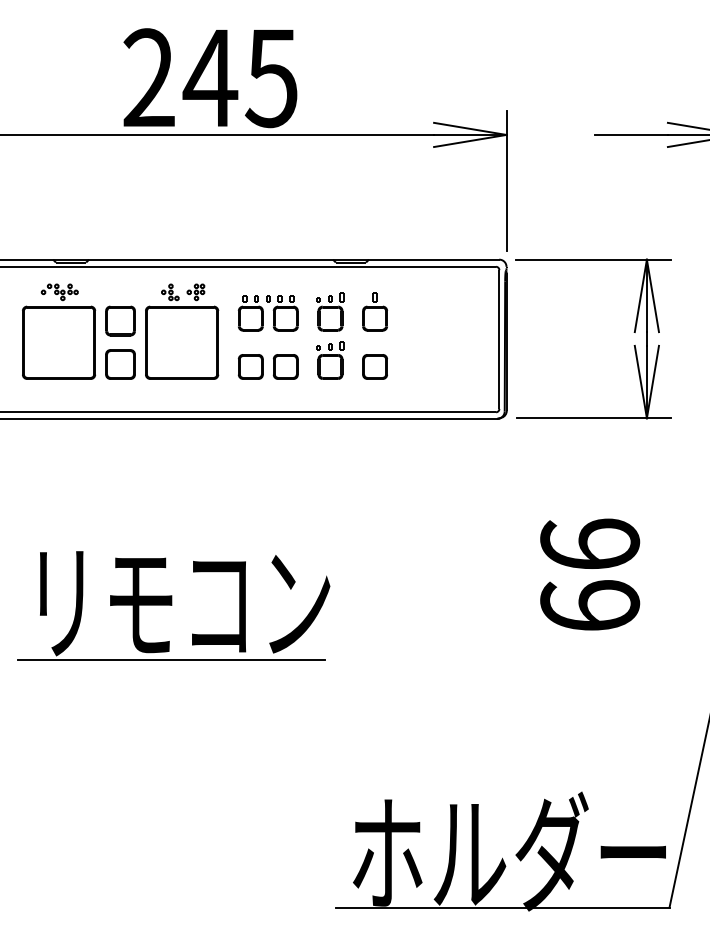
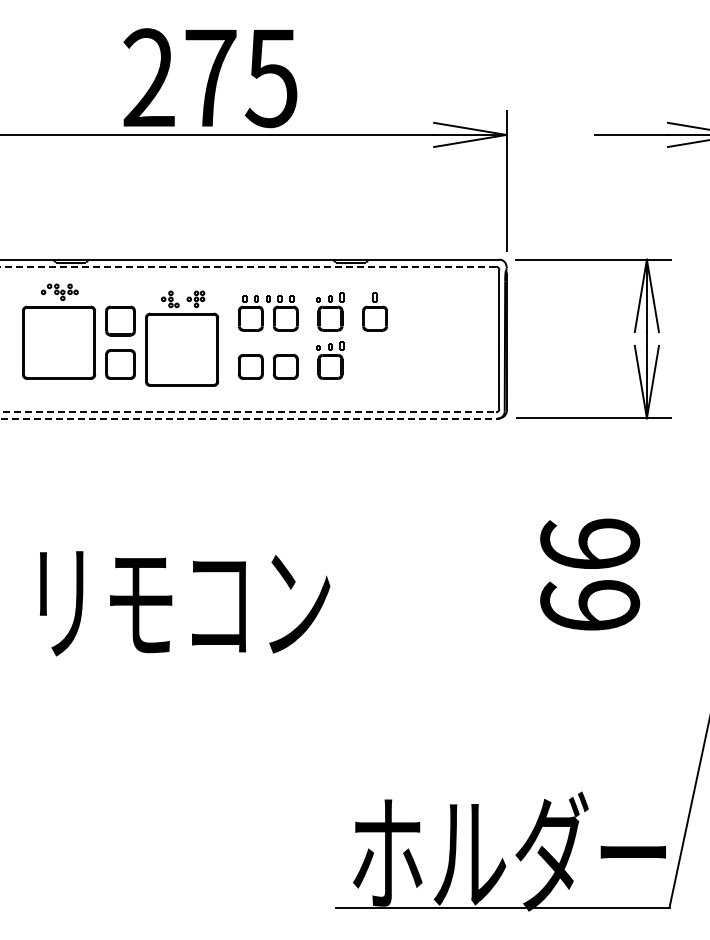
text at (210, 77): 245 -> 275
line at (248, 266): solid -> dashed
part at (182, 331) position: (182, 331) -> (182, 338)
part at (374, 366): present -> none
line at (248, 412): solid -> dashed
line at (248, 418): solid -> dashed
line at (171, 659): present -> none
